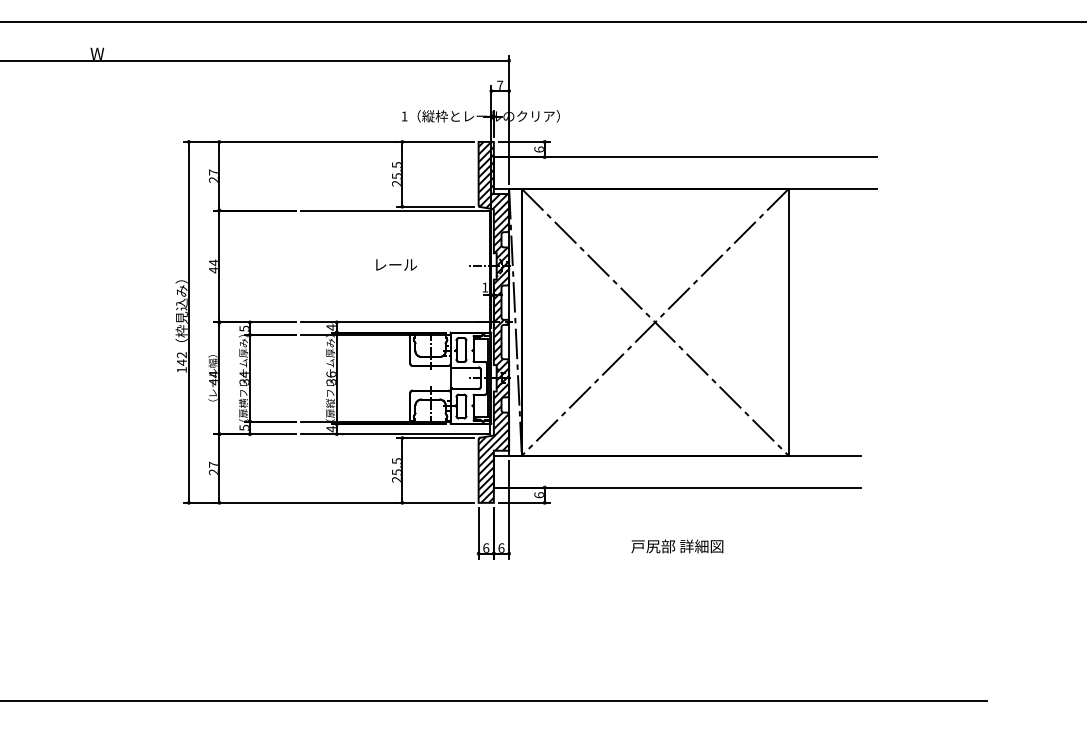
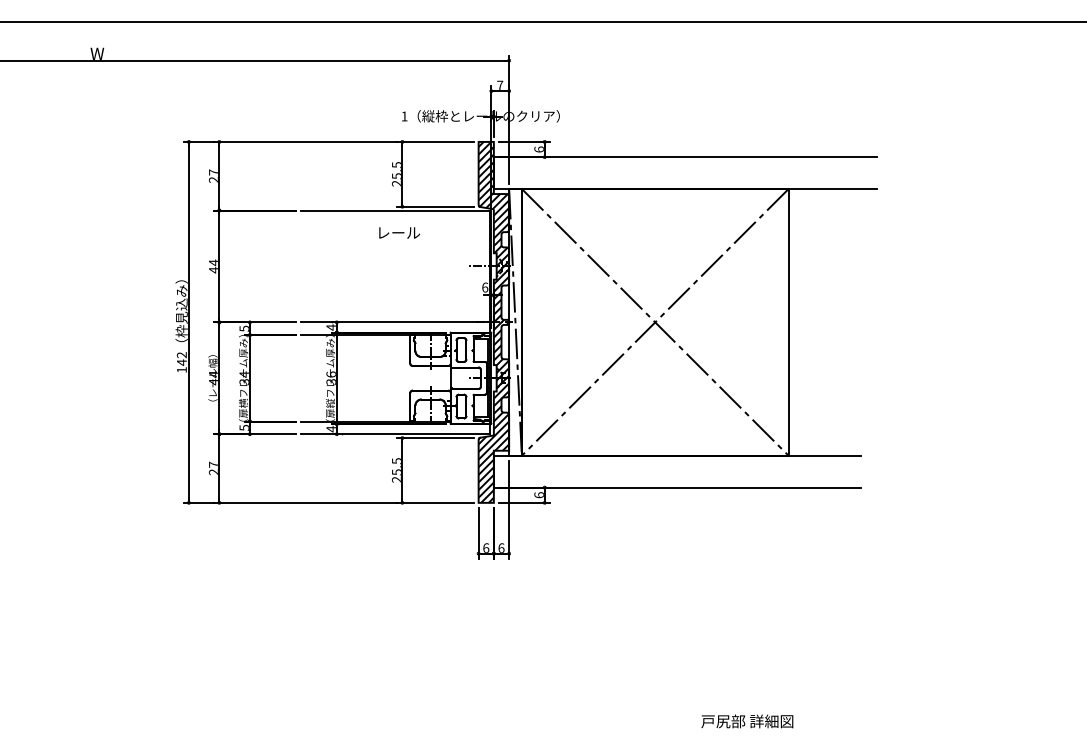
text at (396, 264) position: (396, 264) -> (399, 232)
text at (485, 287): 1 -> 6
text at (677, 546) position: (677, 546) -> (747, 721)
line at (494, 701): present -> none
